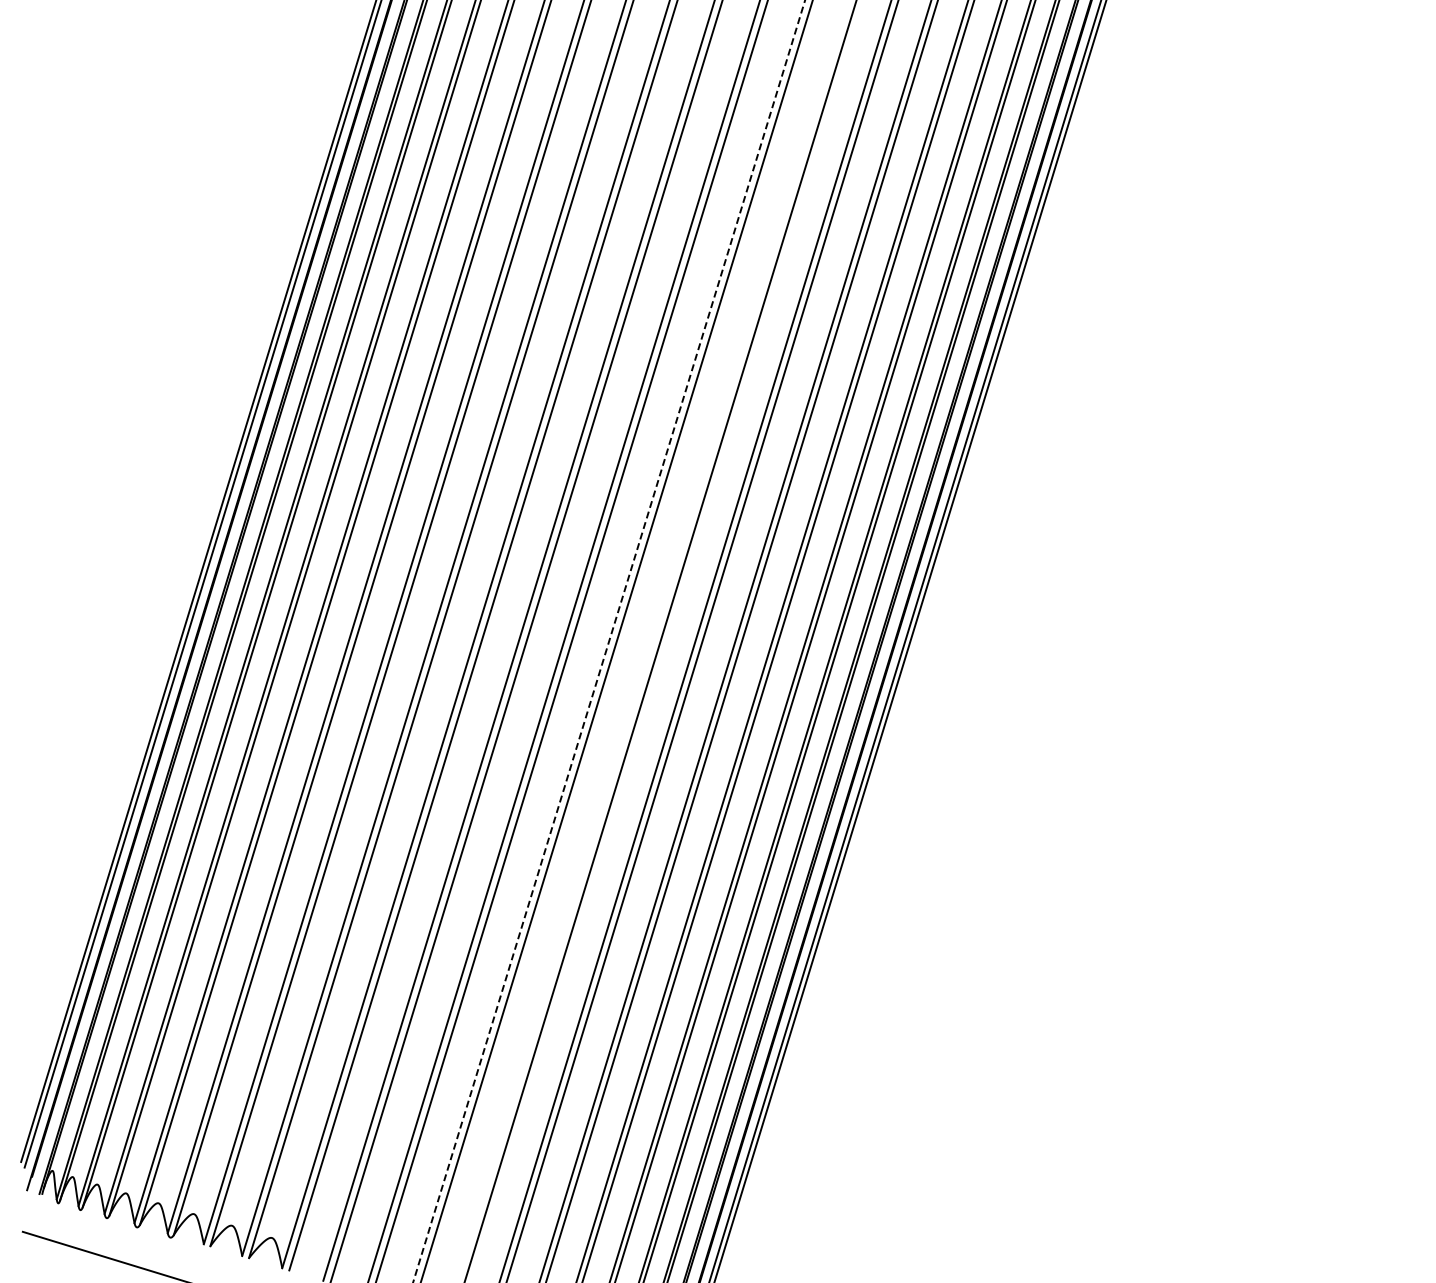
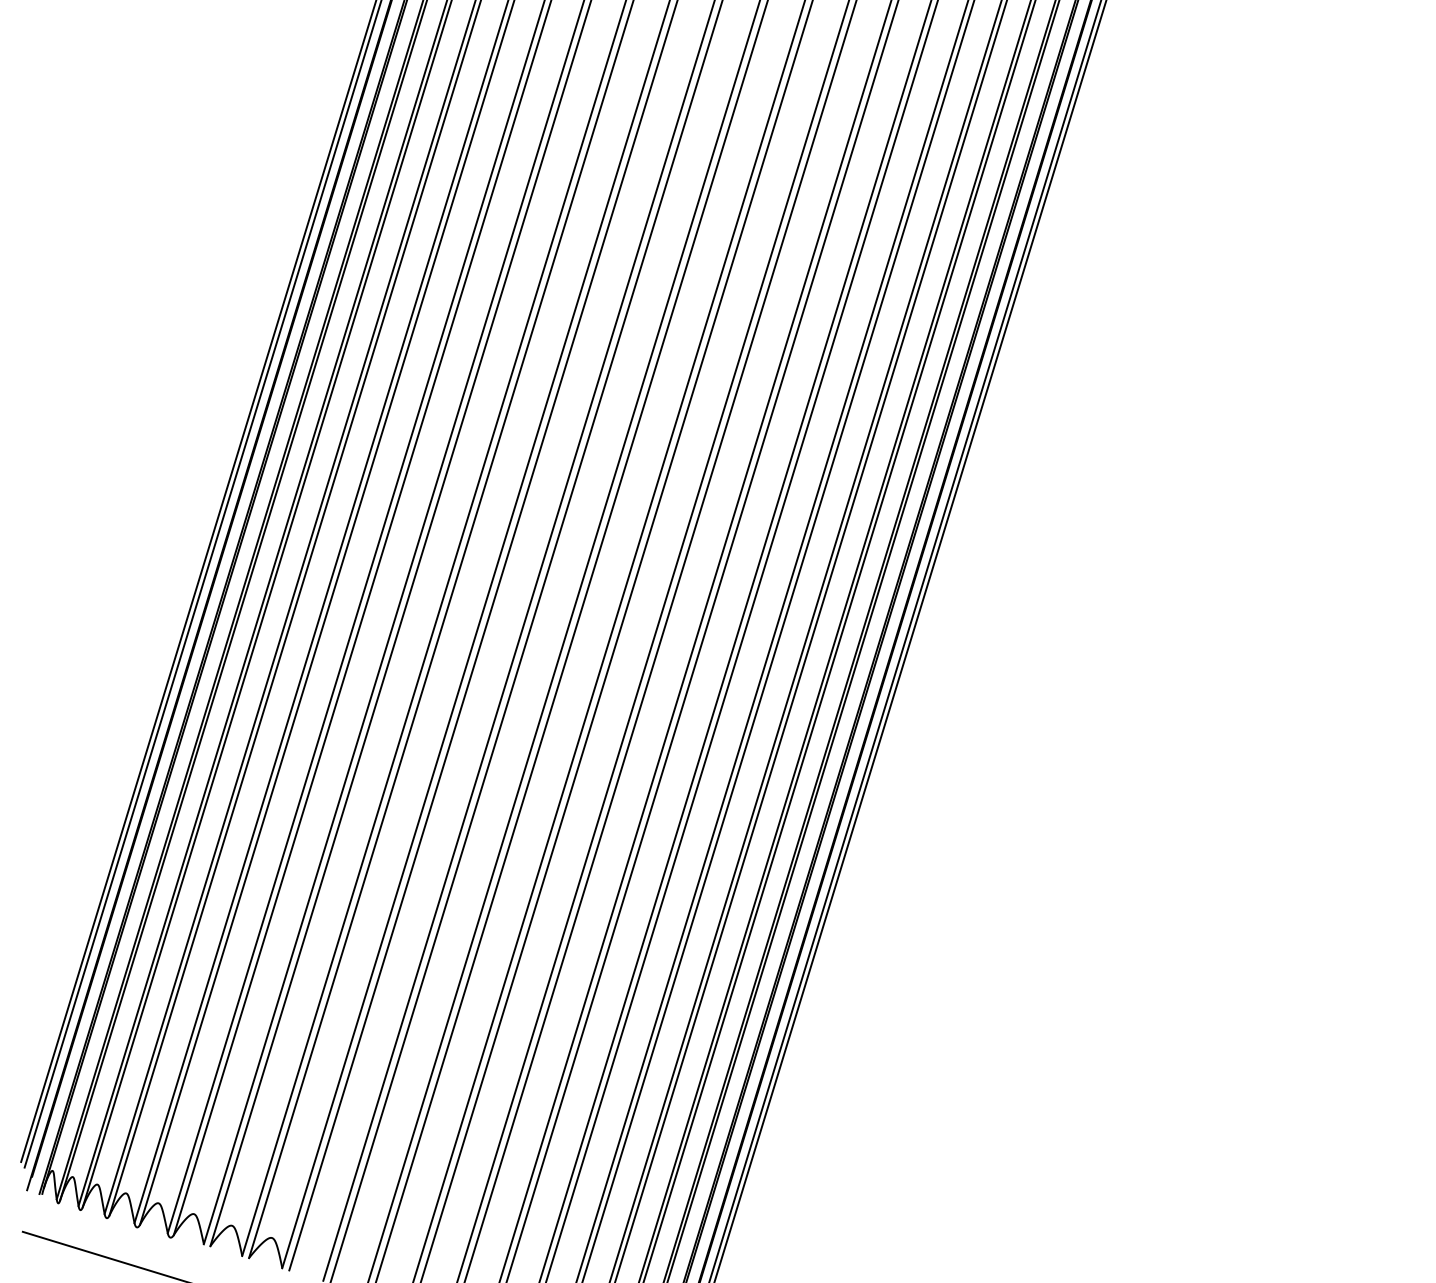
line at (653, 640): none -> present
line at (609, 641): dashed -> solid
